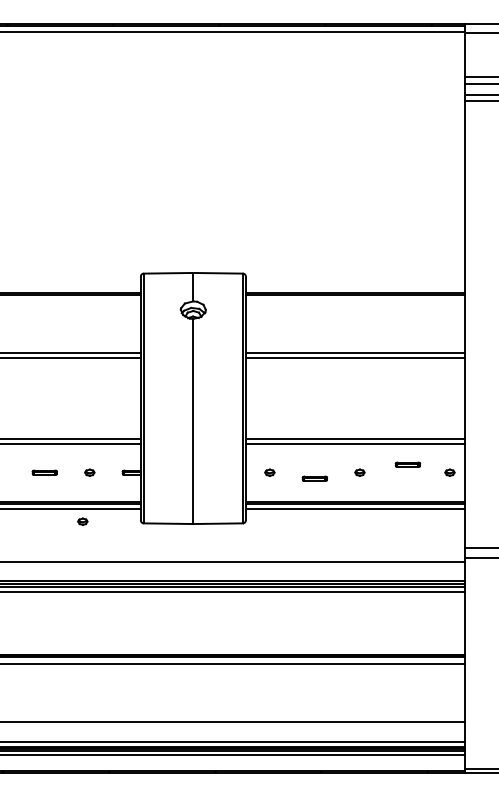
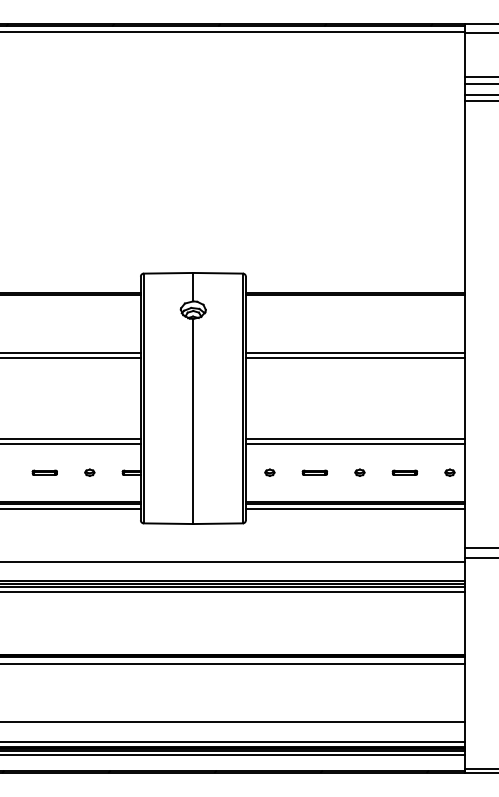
part at (407, 464) position: (407, 464) -> (404, 472)
part at (314, 478) position: (314, 478) -> (314, 472)
part at (82, 521): present -> none
